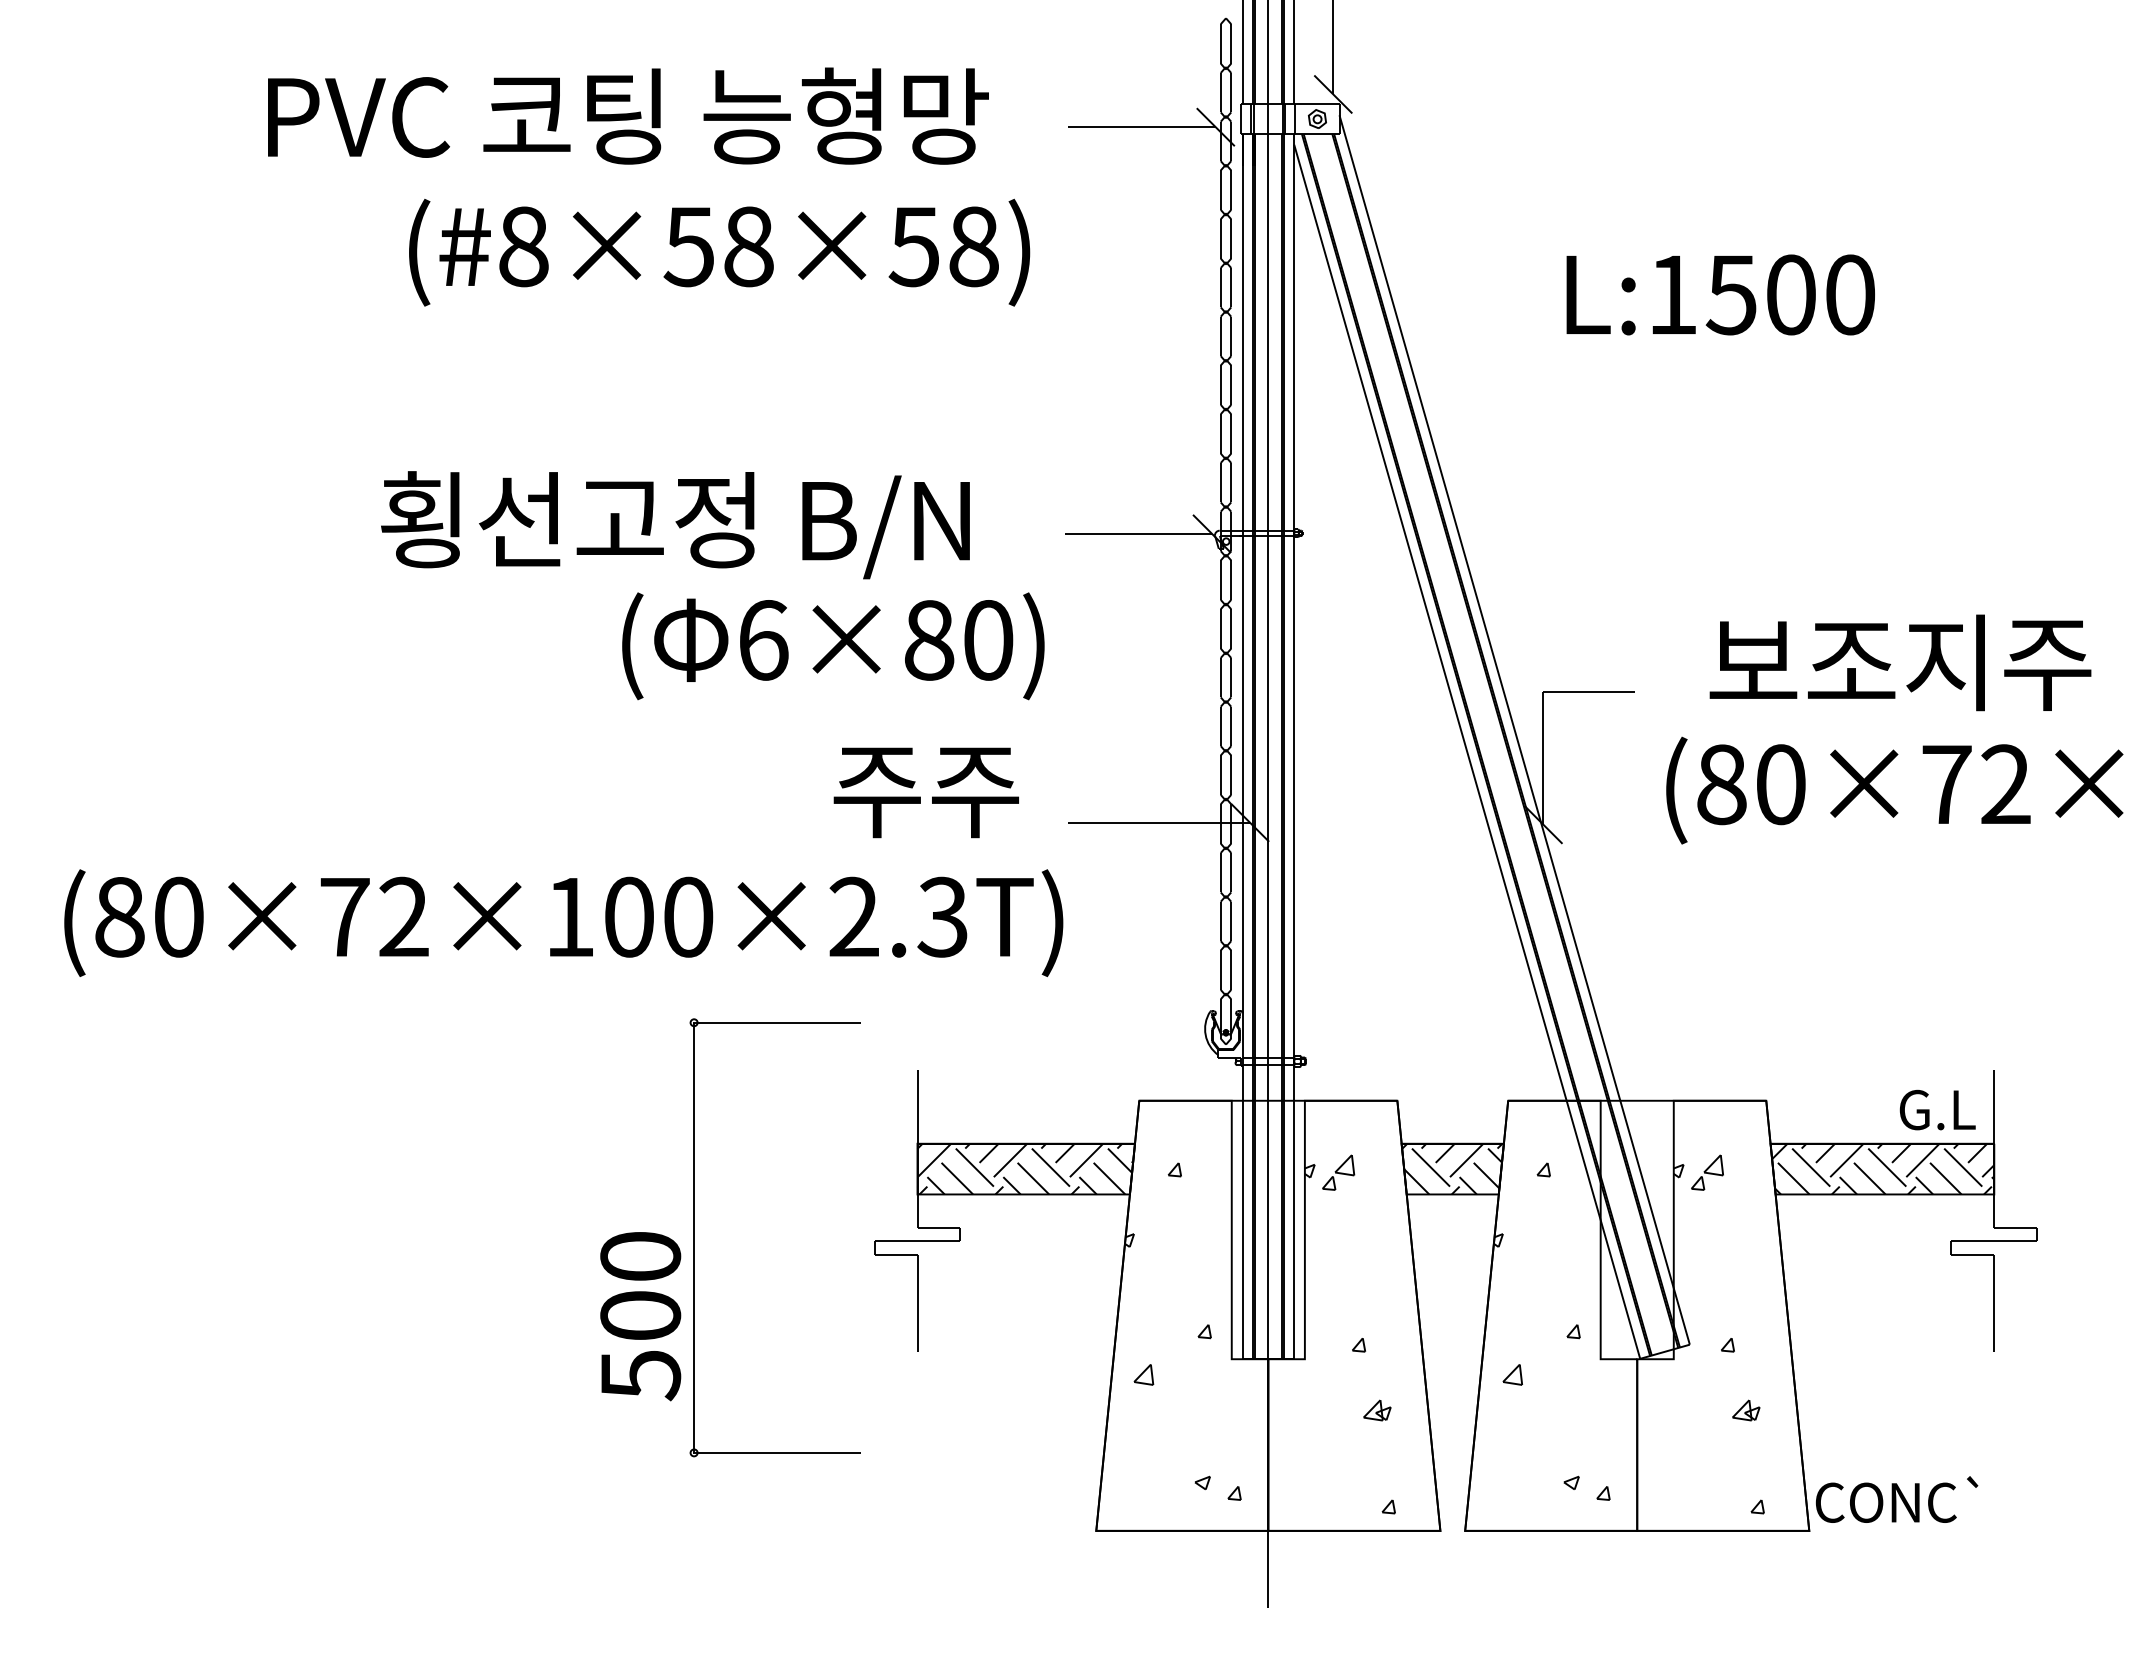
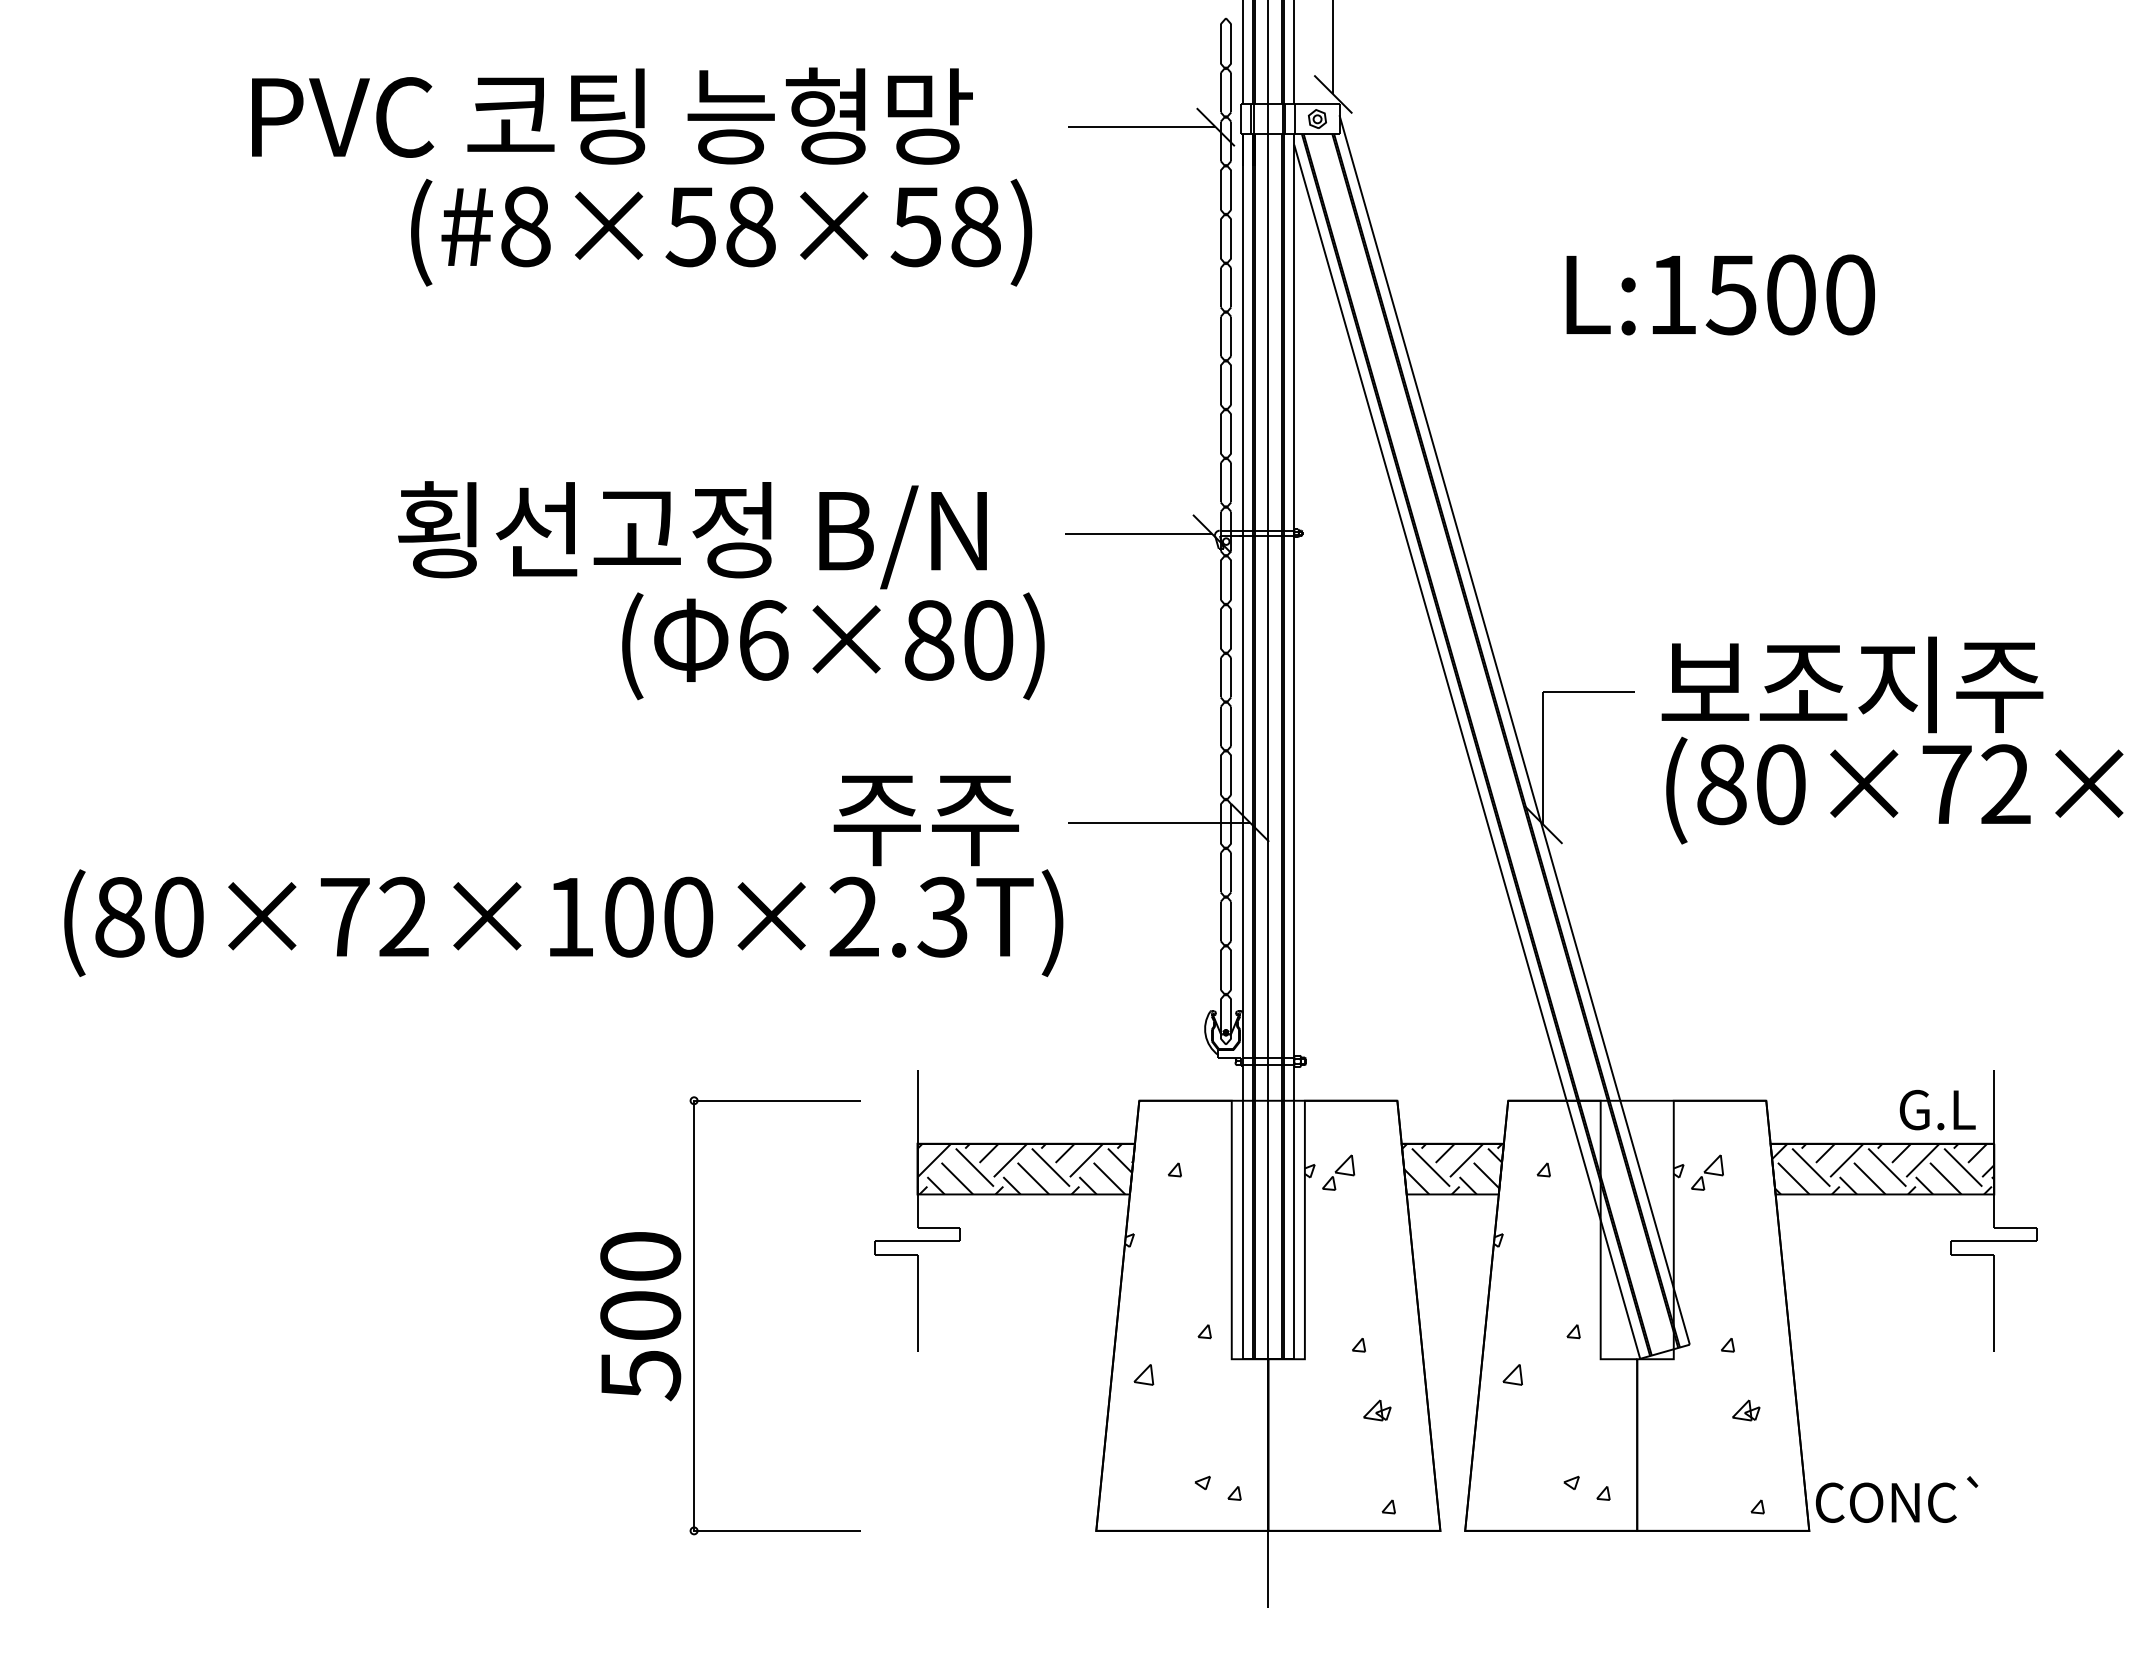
text at (628, 115) position: (628, 115) -> (612, 115)
text at (719, 252) position: (719, 252) -> (721, 232)
text at (675, 525) position: (675, 525) -> (692, 535)
text at (1900, 662) position: (1900, 662) -> (1852, 684)
text at (925, 792) position: (925, 792) -> (925, 820)
part at (694, 1237) position: (694, 1237) -> (694, 1315)
